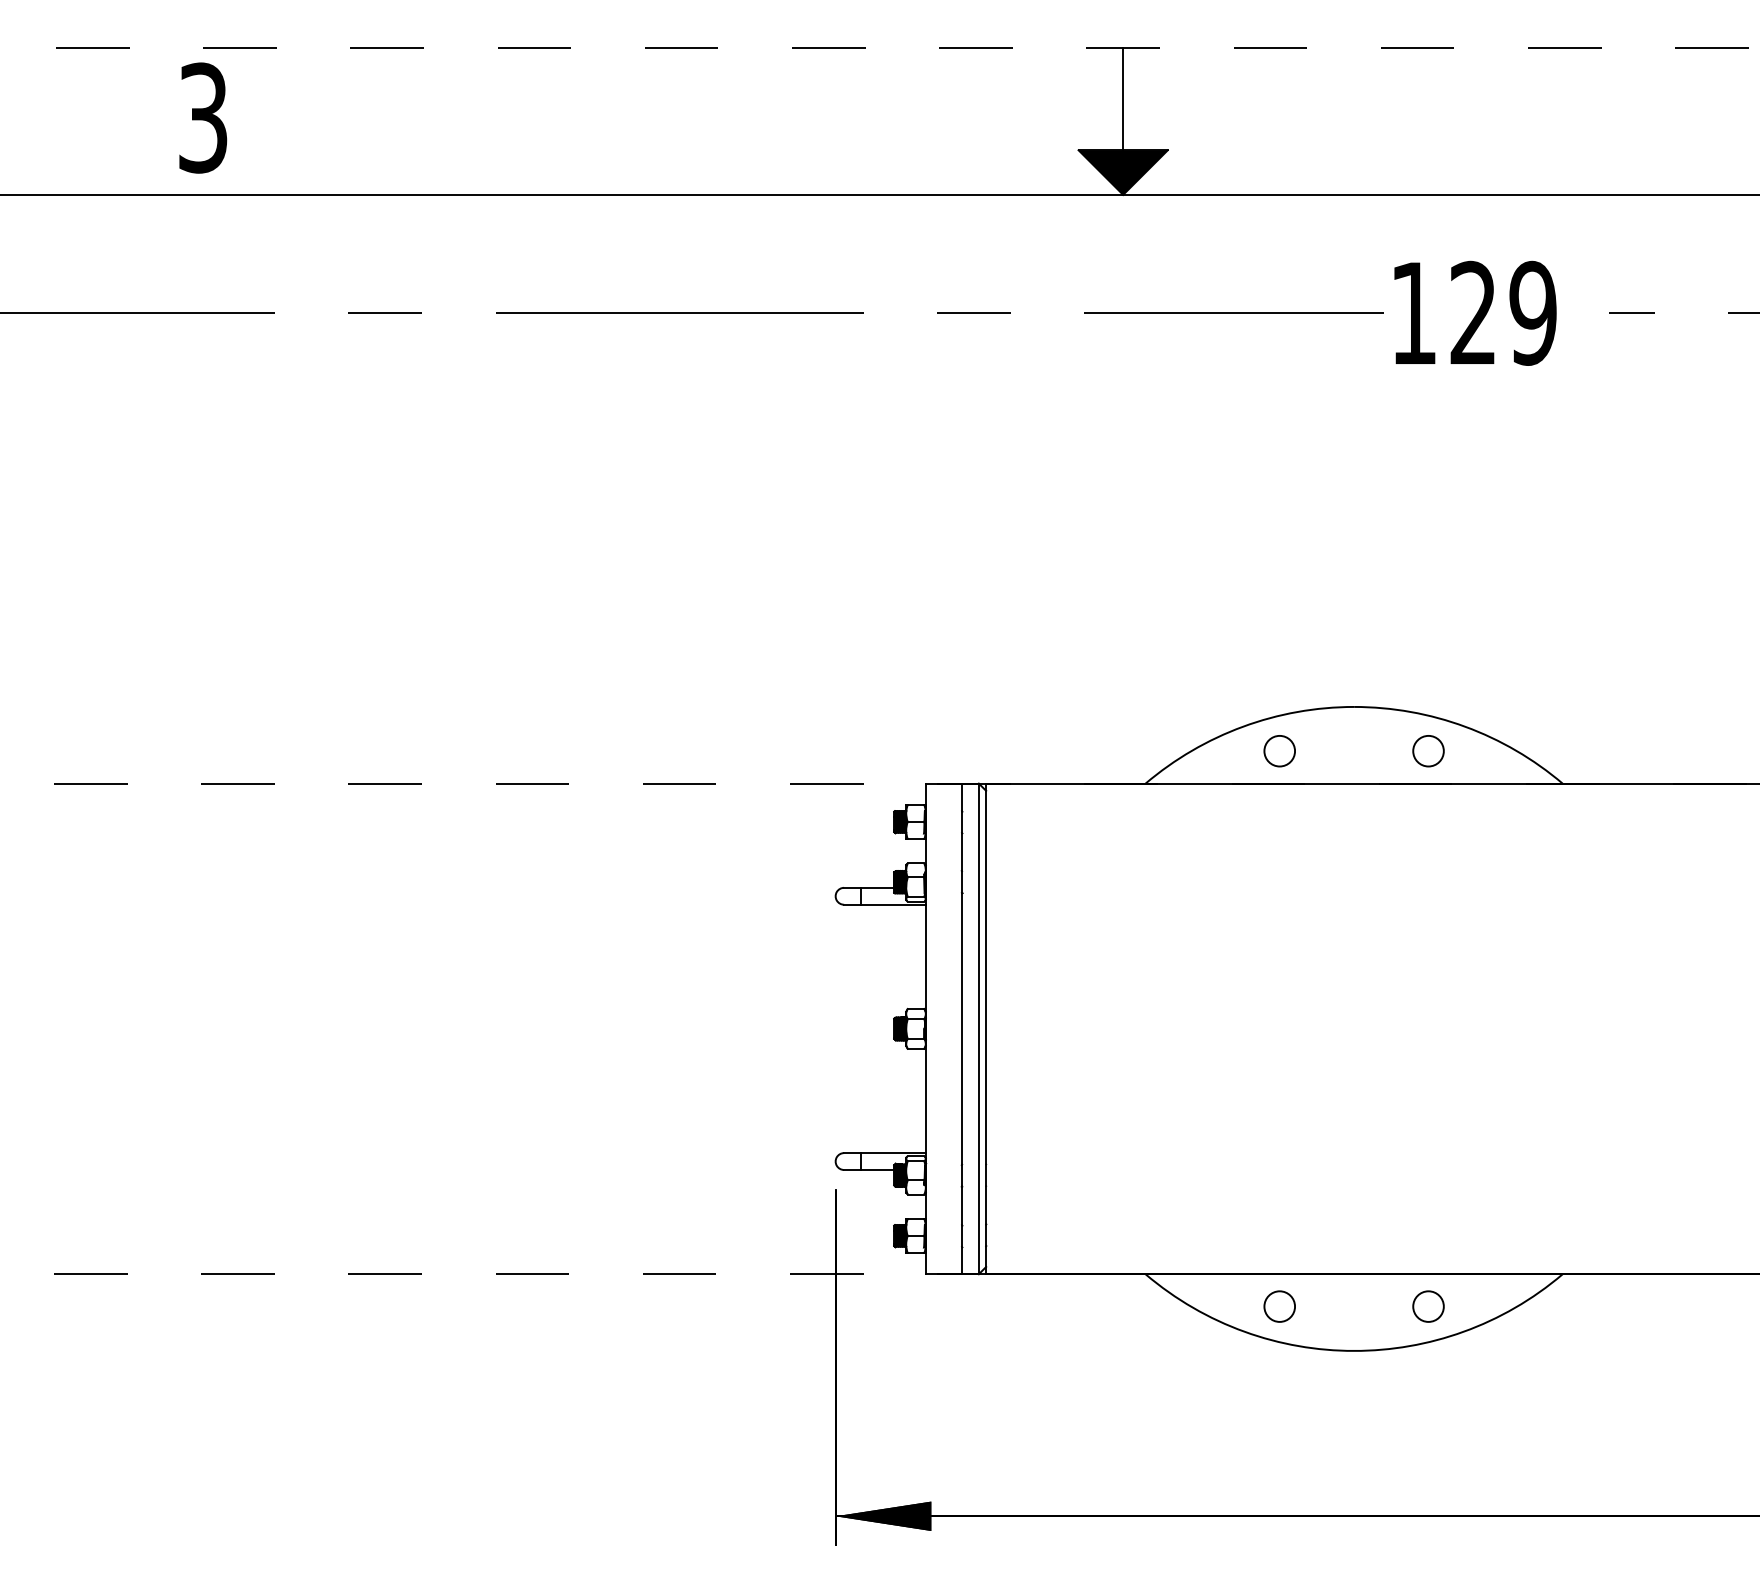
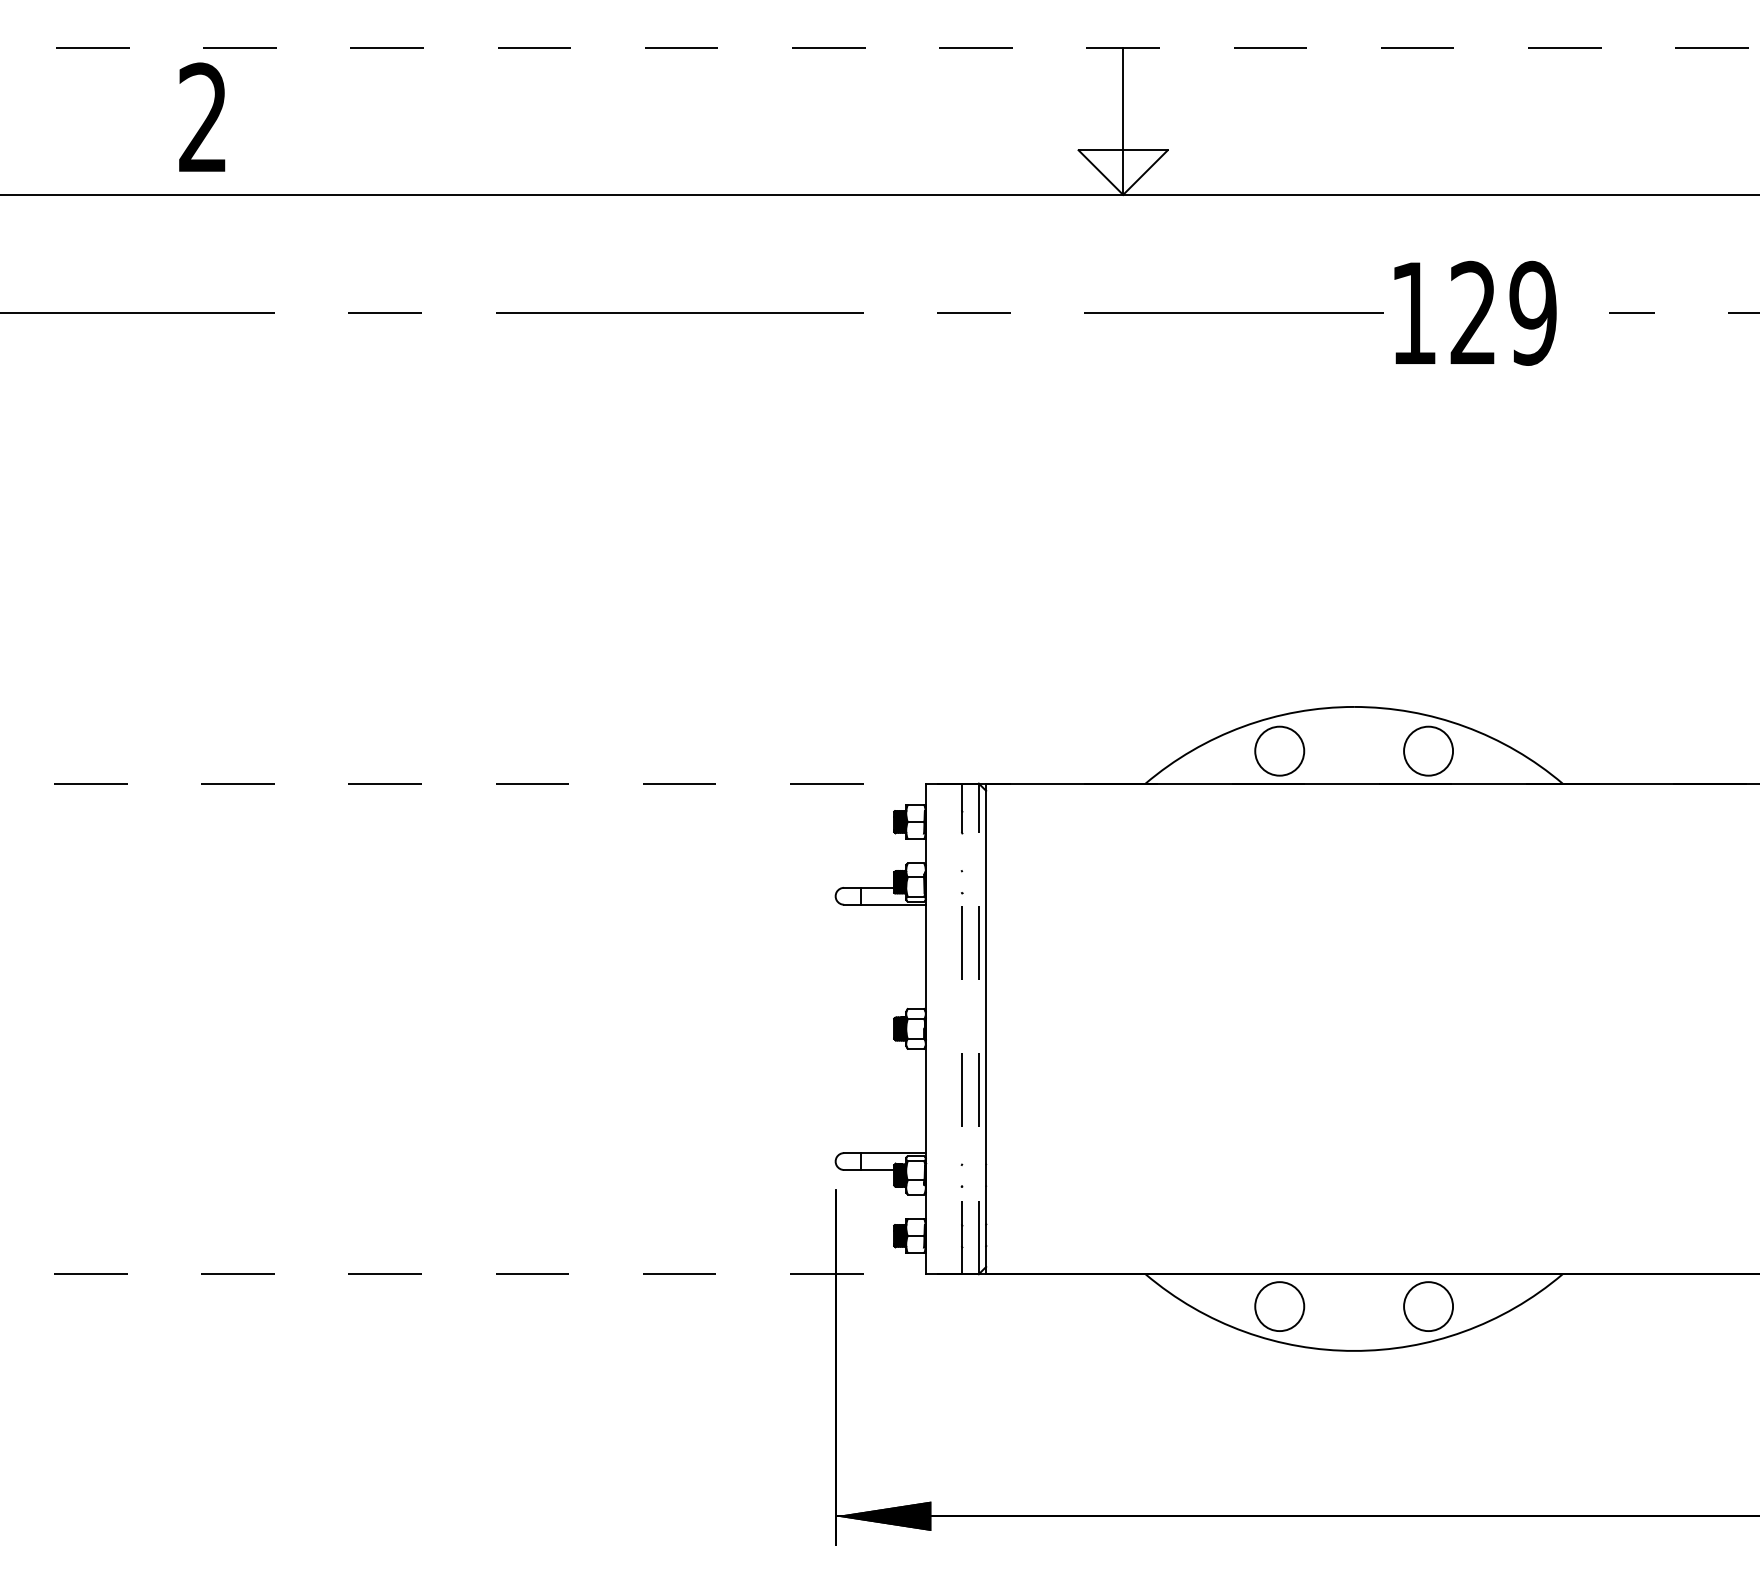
text at (203, 117): 3 -> 2
fill at (1122, 172): present -> none
circle at (1279, 750) diameter: 31 px -> 49 px
circle at (1428, 750) diameter: 31 px -> 49 px
line at (962, 1028): solid -> dashed
line at (978, 1028): solid -> dashed
circle at (1279, 1306) diameter: 31 px -> 49 px
circle at (1428, 1306) diameter: 31 px -> 49 px
